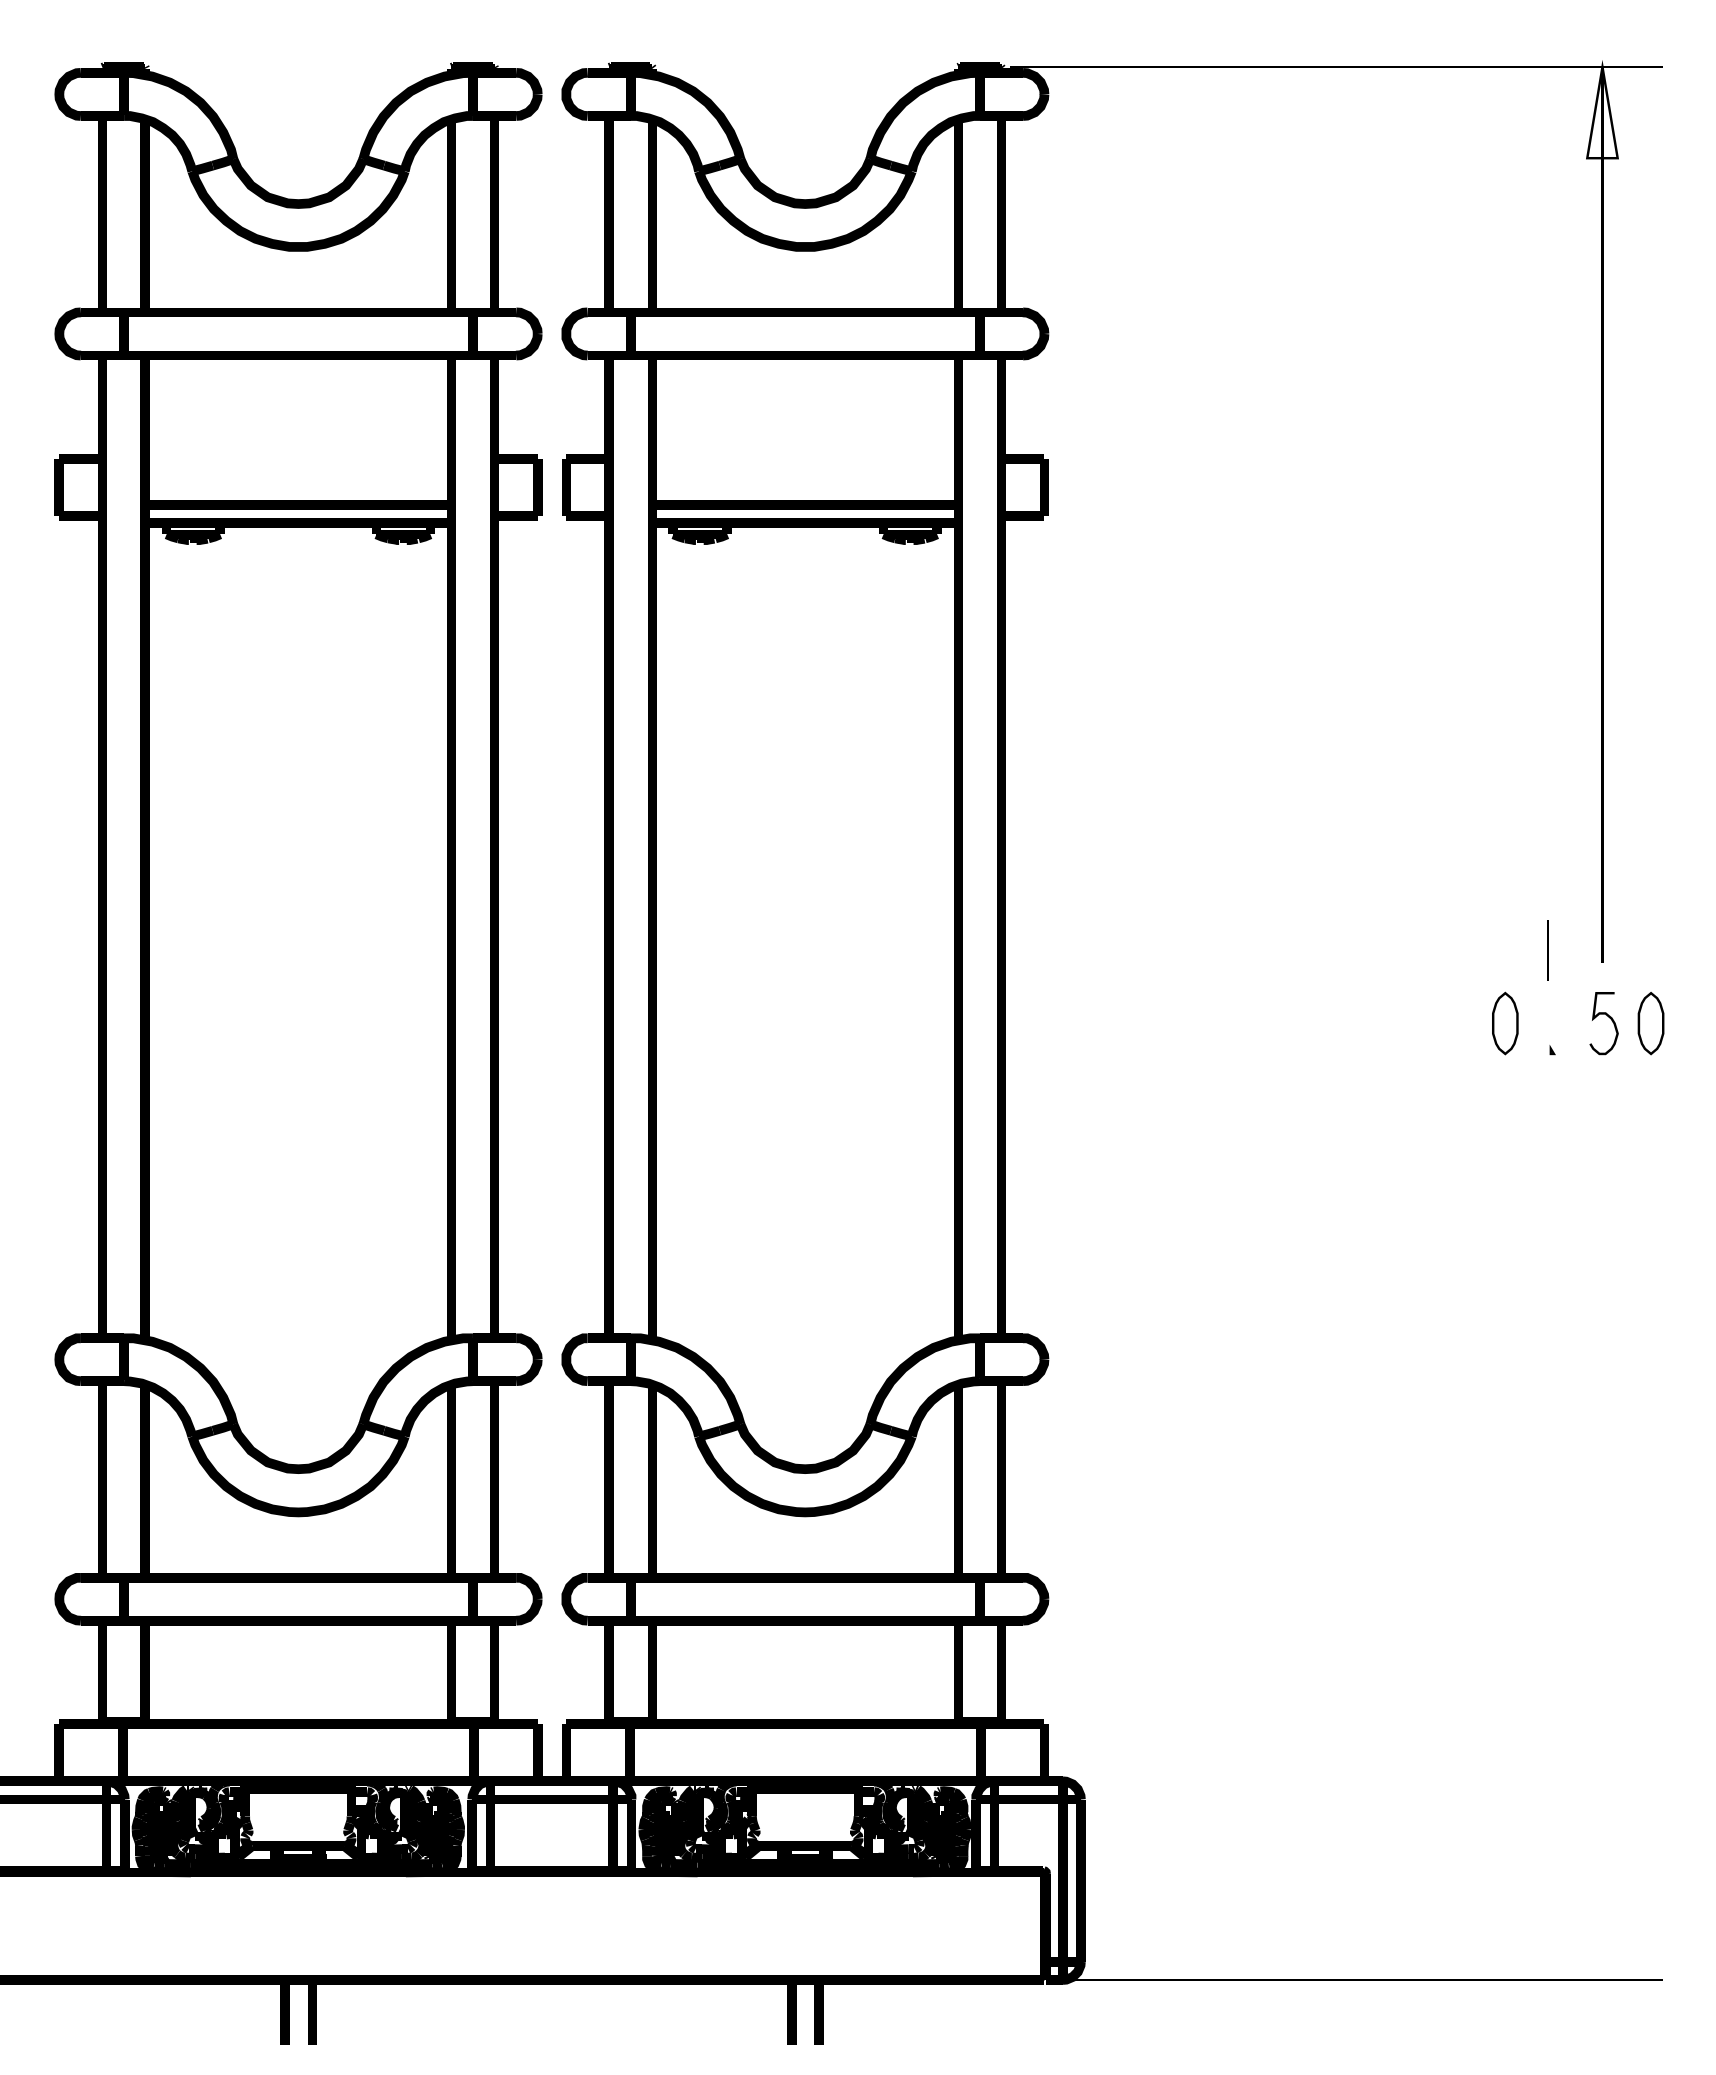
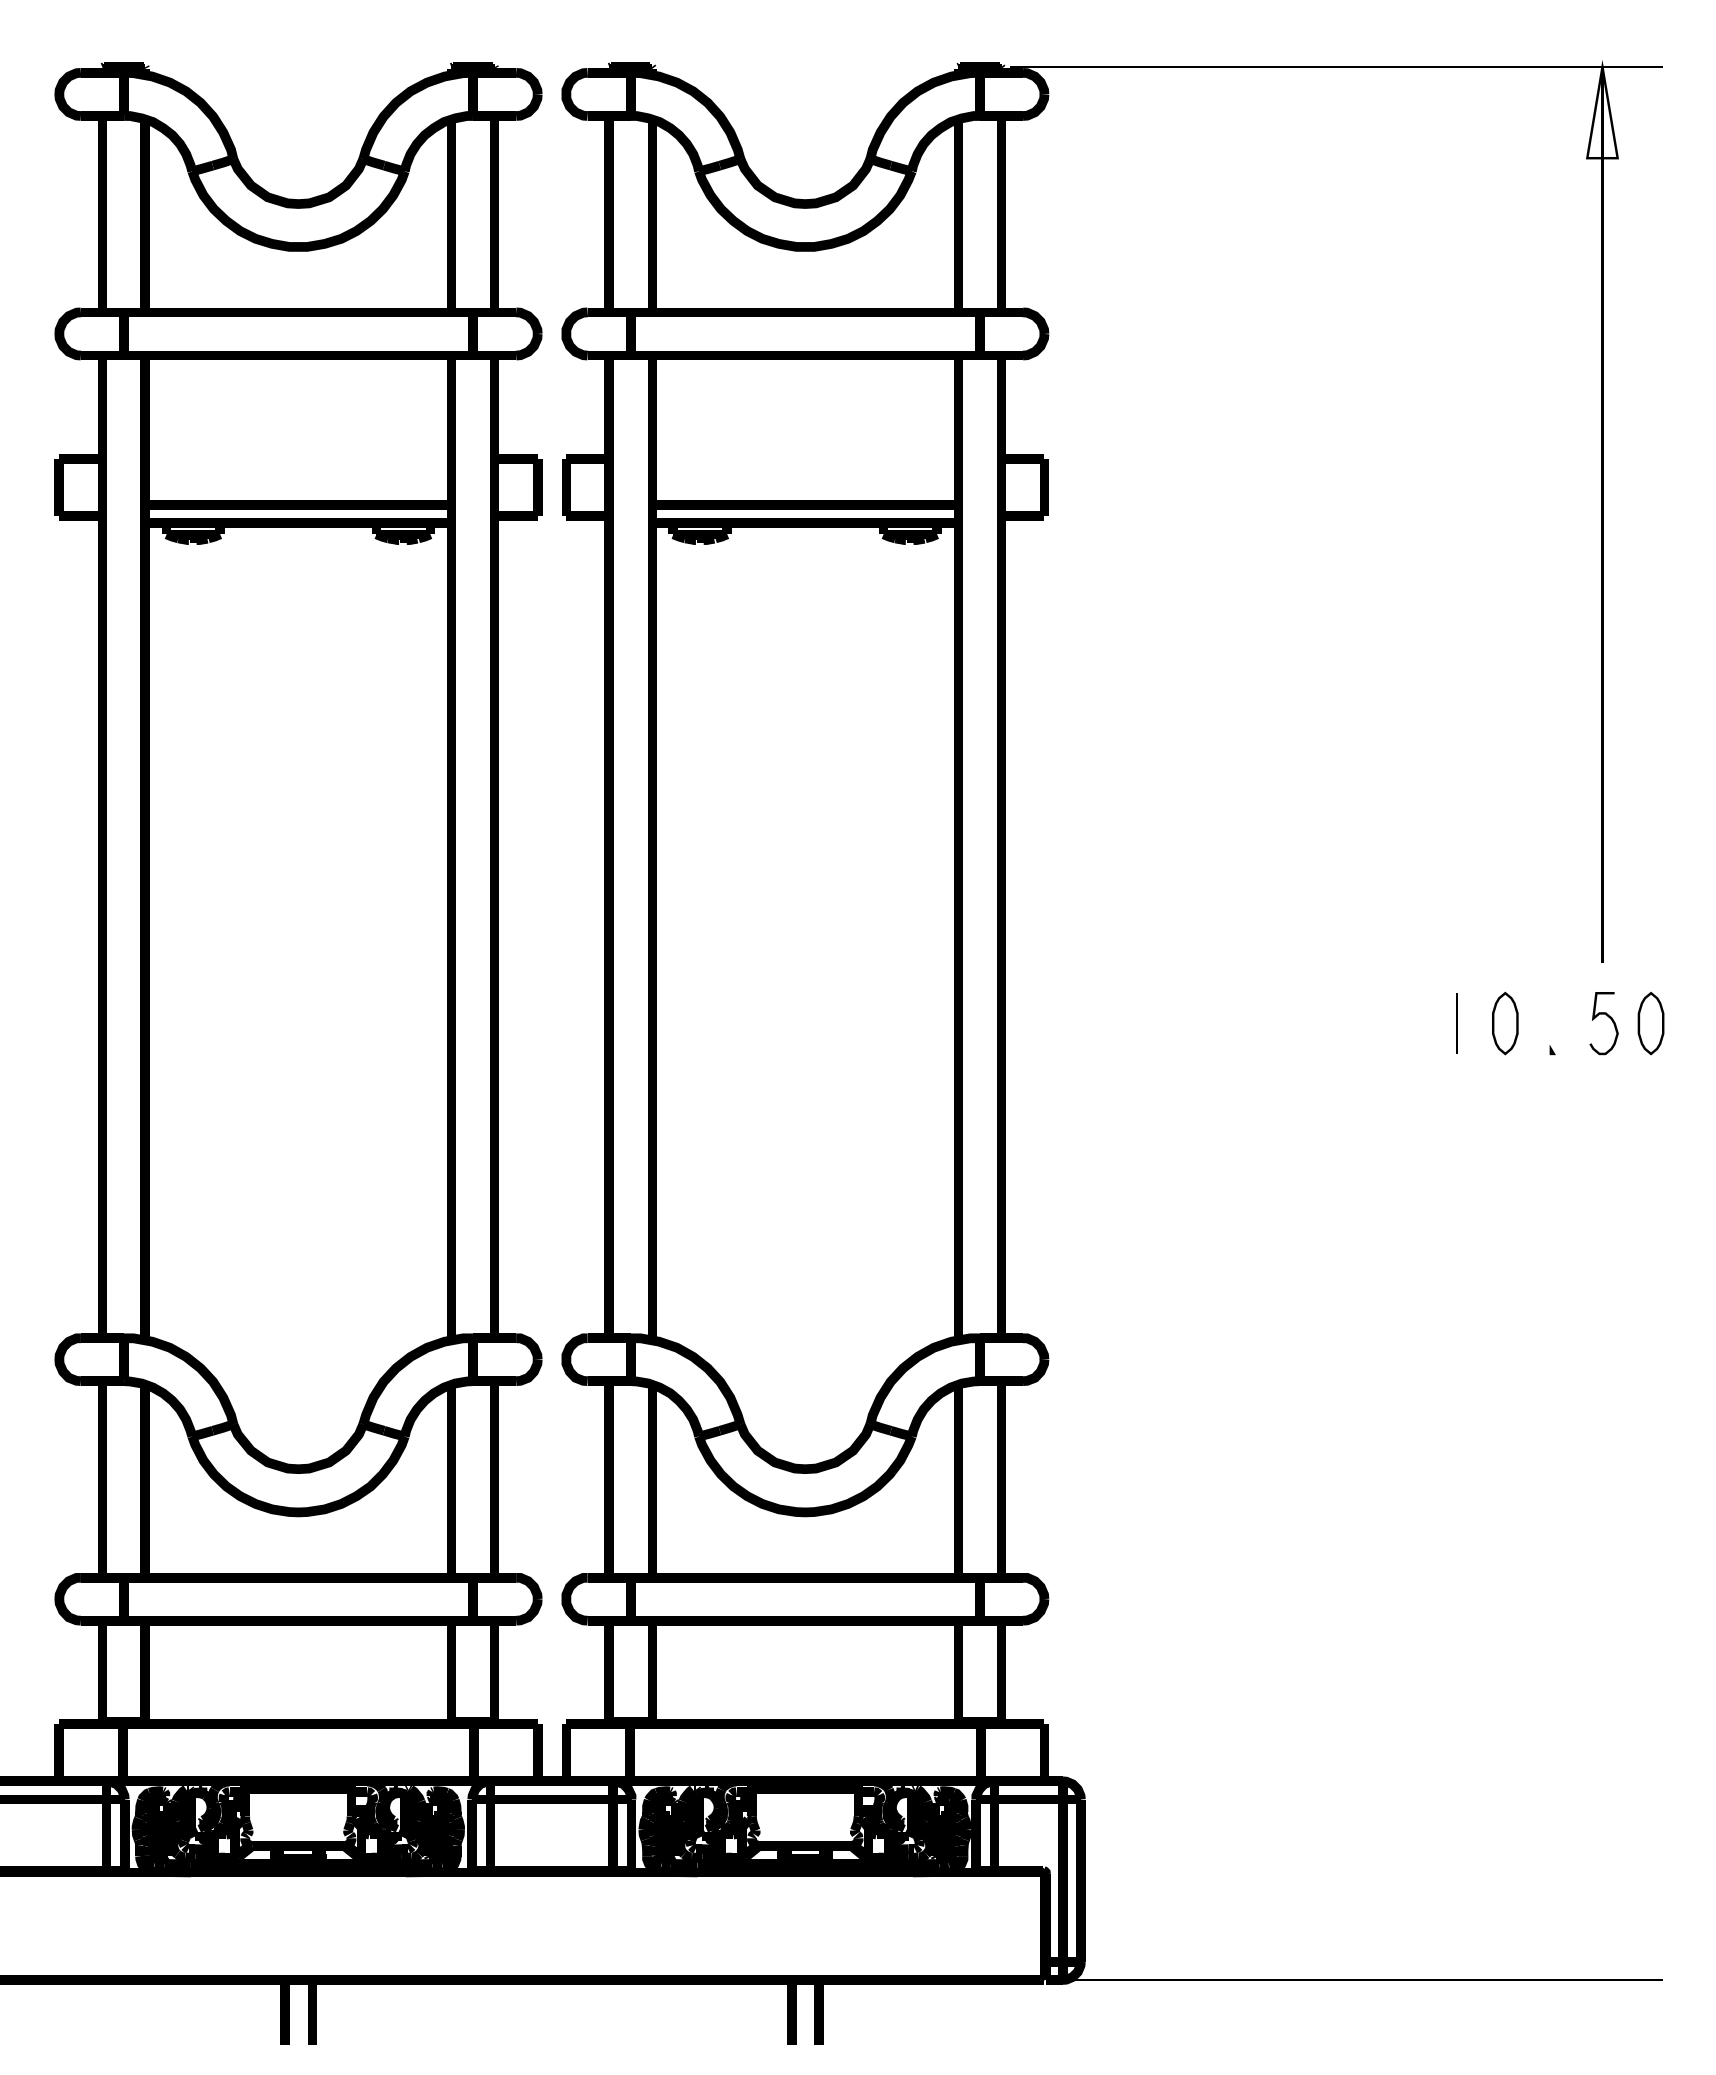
line at (1547, 950) position: (1547, 950) -> (1456, 1023)
